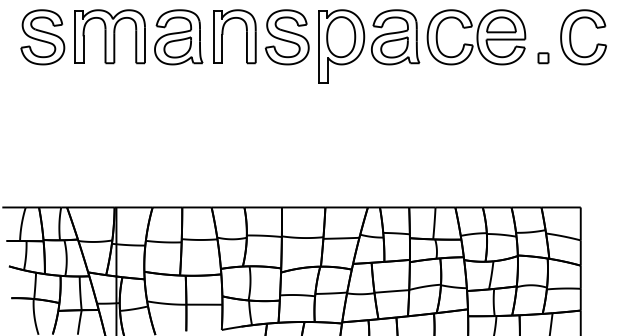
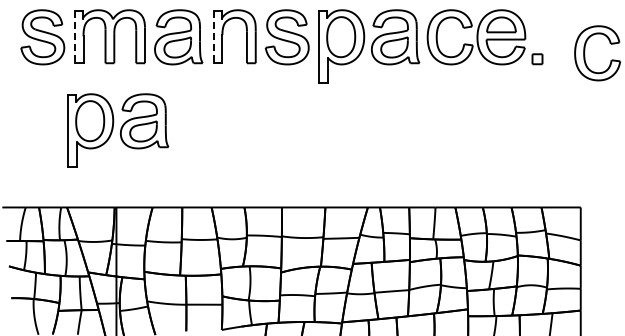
line at (74, 37): solid -> dashed
line at (213, 37): solid -> dashed
part at (571, 38) position: (571, 38) -> (585, 54)
part at (543, 58) position: (543, 58) -> (537, 59)
part at (118, 130): none -> present
